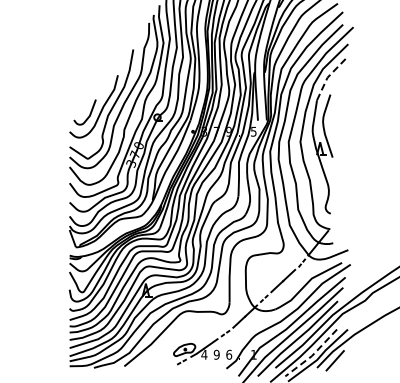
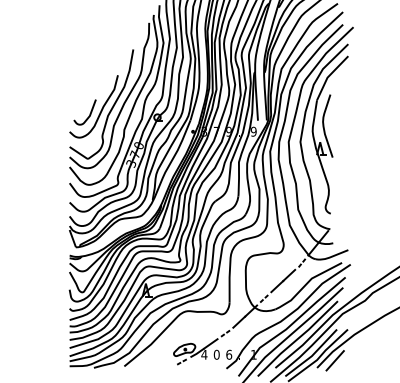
line at (328, 76): dashed -> solid
text at (253, 131): 5 -> 9
text at (216, 354): 9 -> 0
line at (312, 355): dashed -> solid
